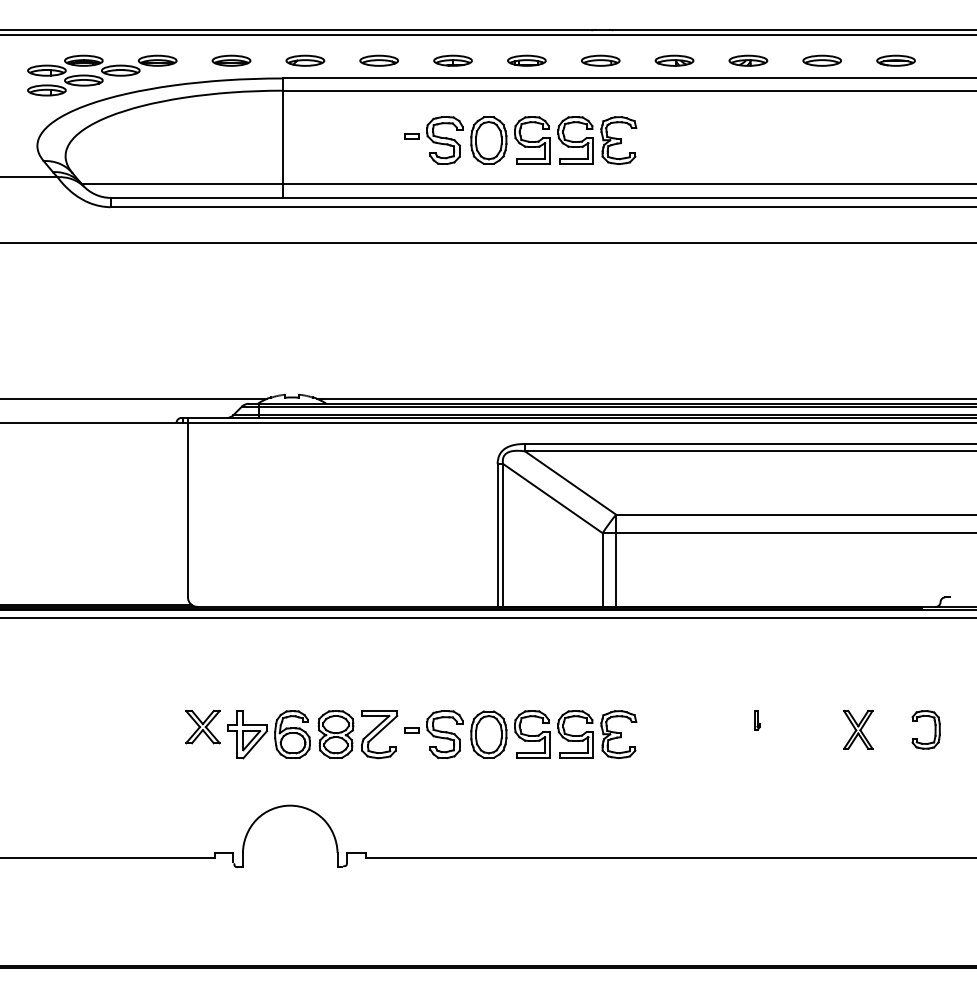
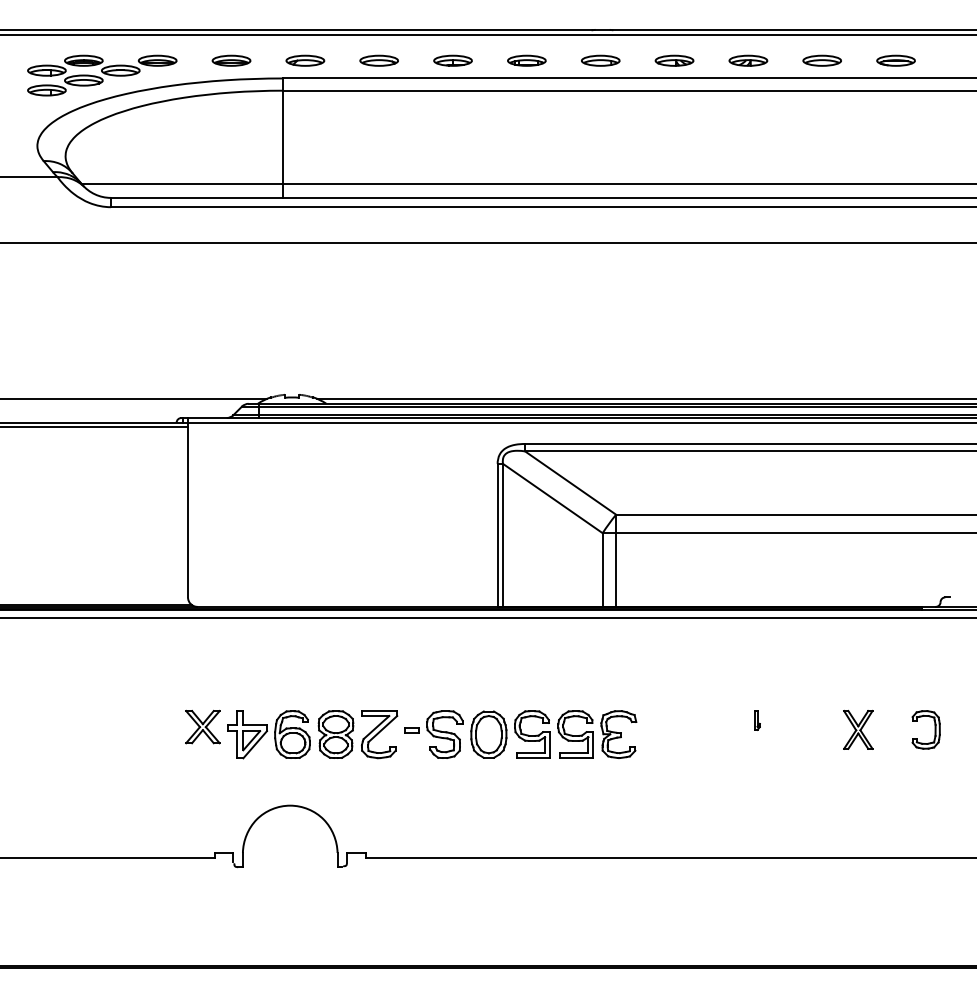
part at (520, 140): present -> none
line at (95, 427): none -> present
